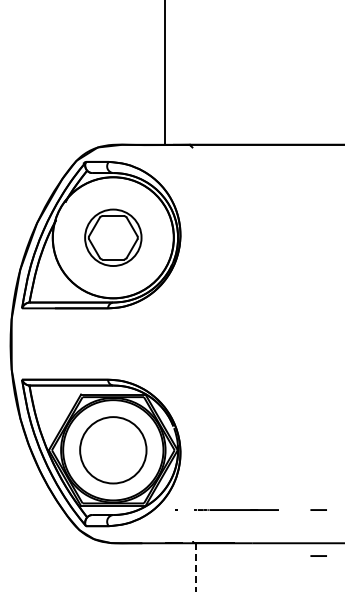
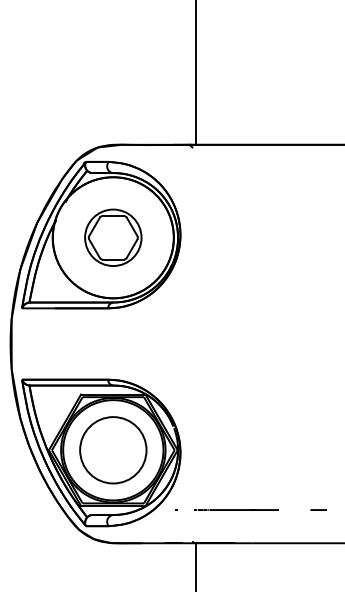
line at (165, 73) position: (165, 73) -> (196, 73)
line at (318, 555): present -> none
line at (196, 567): dashed -> solid
